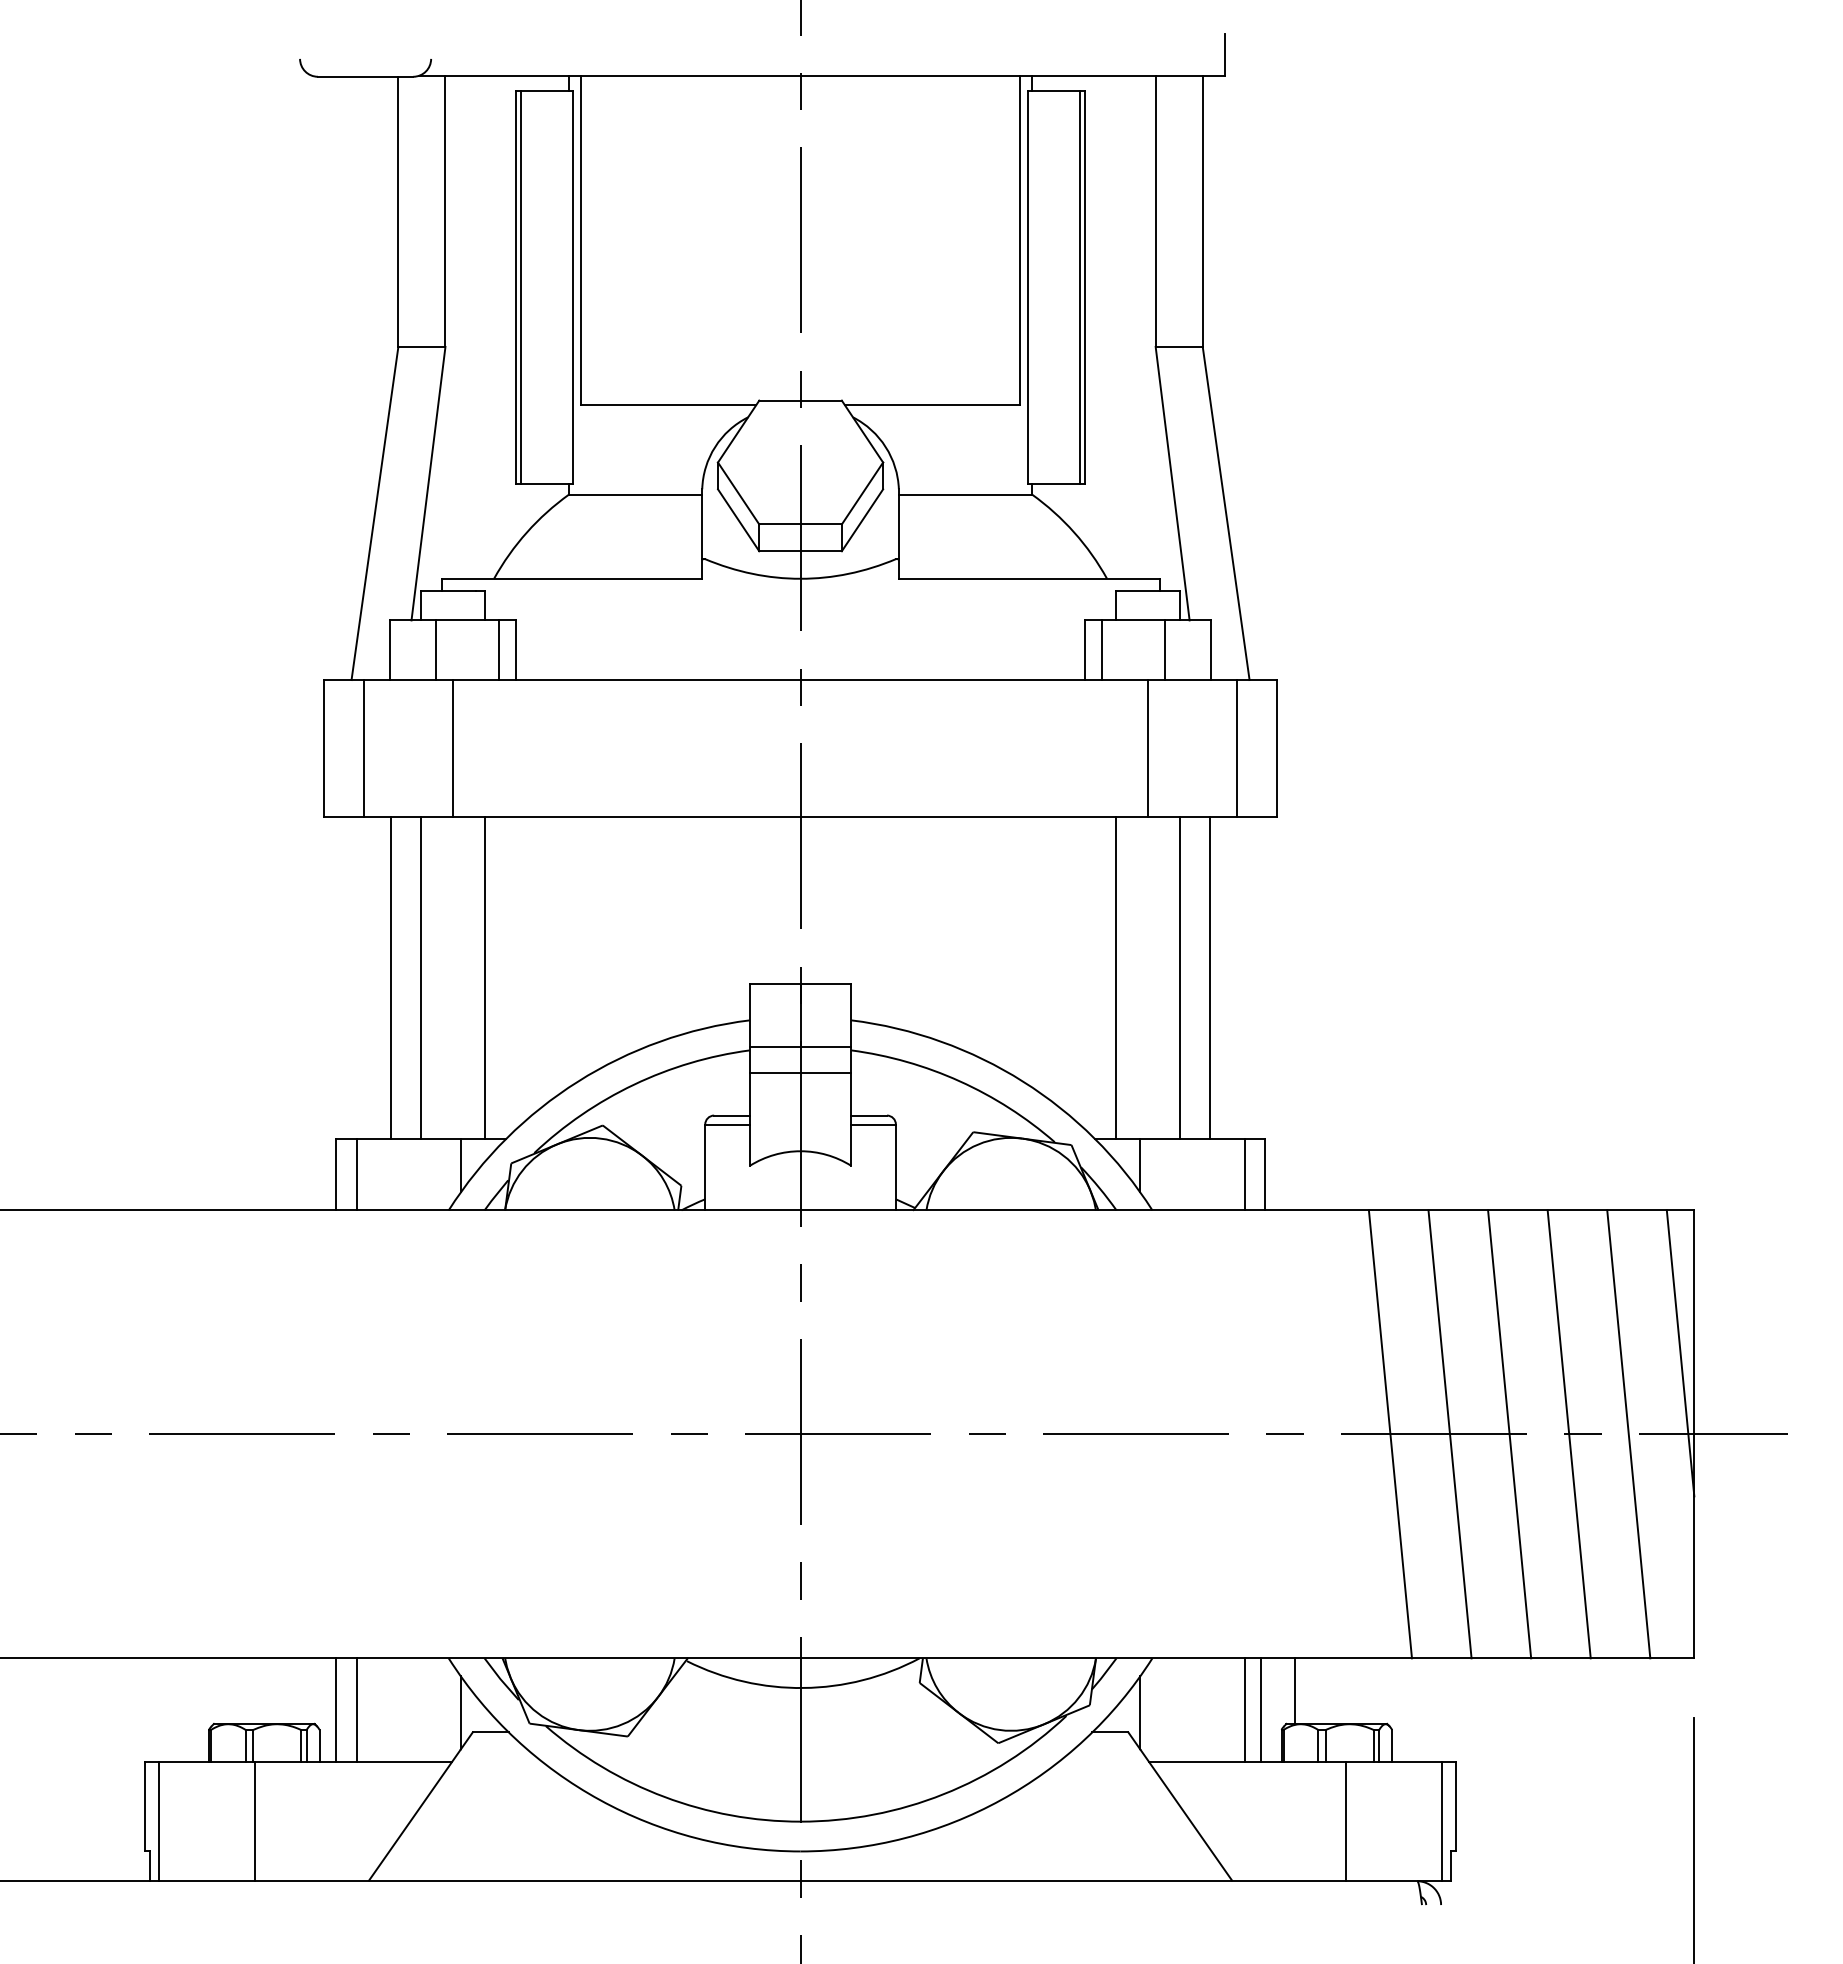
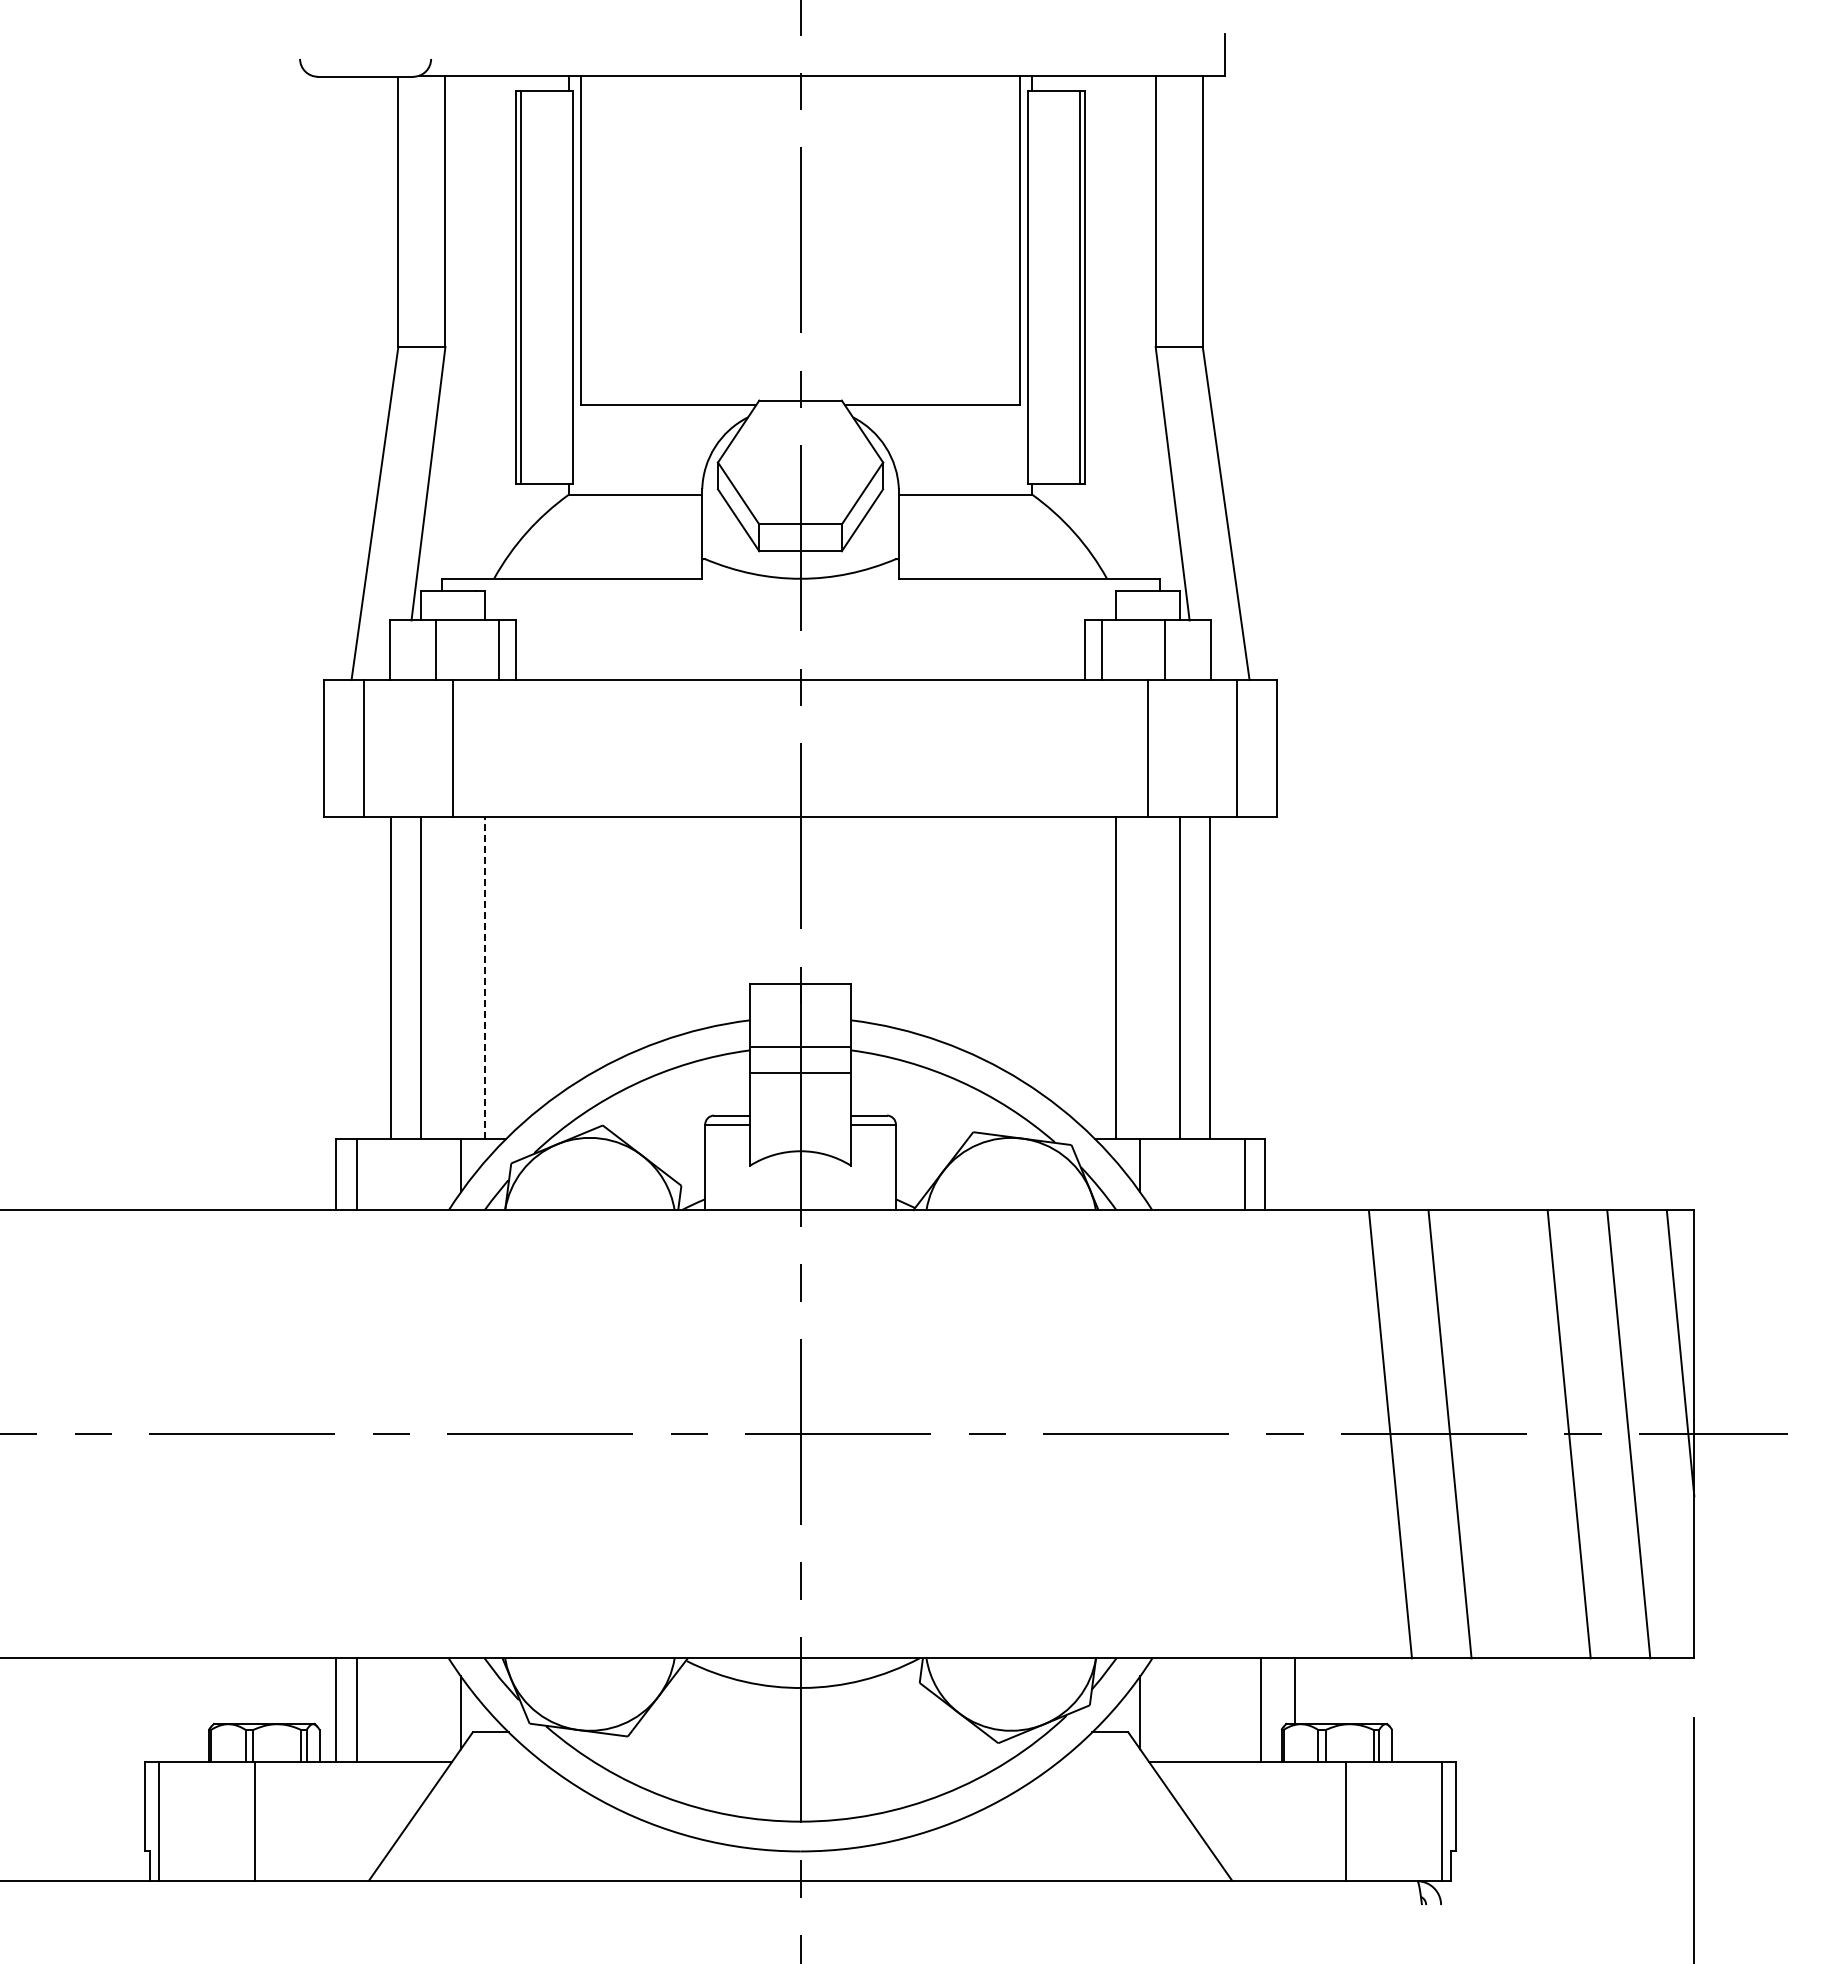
line at (485, 977): solid -> dashed
line at (1509, 1434): present -> none
line at (1244, 1710): present -> none
